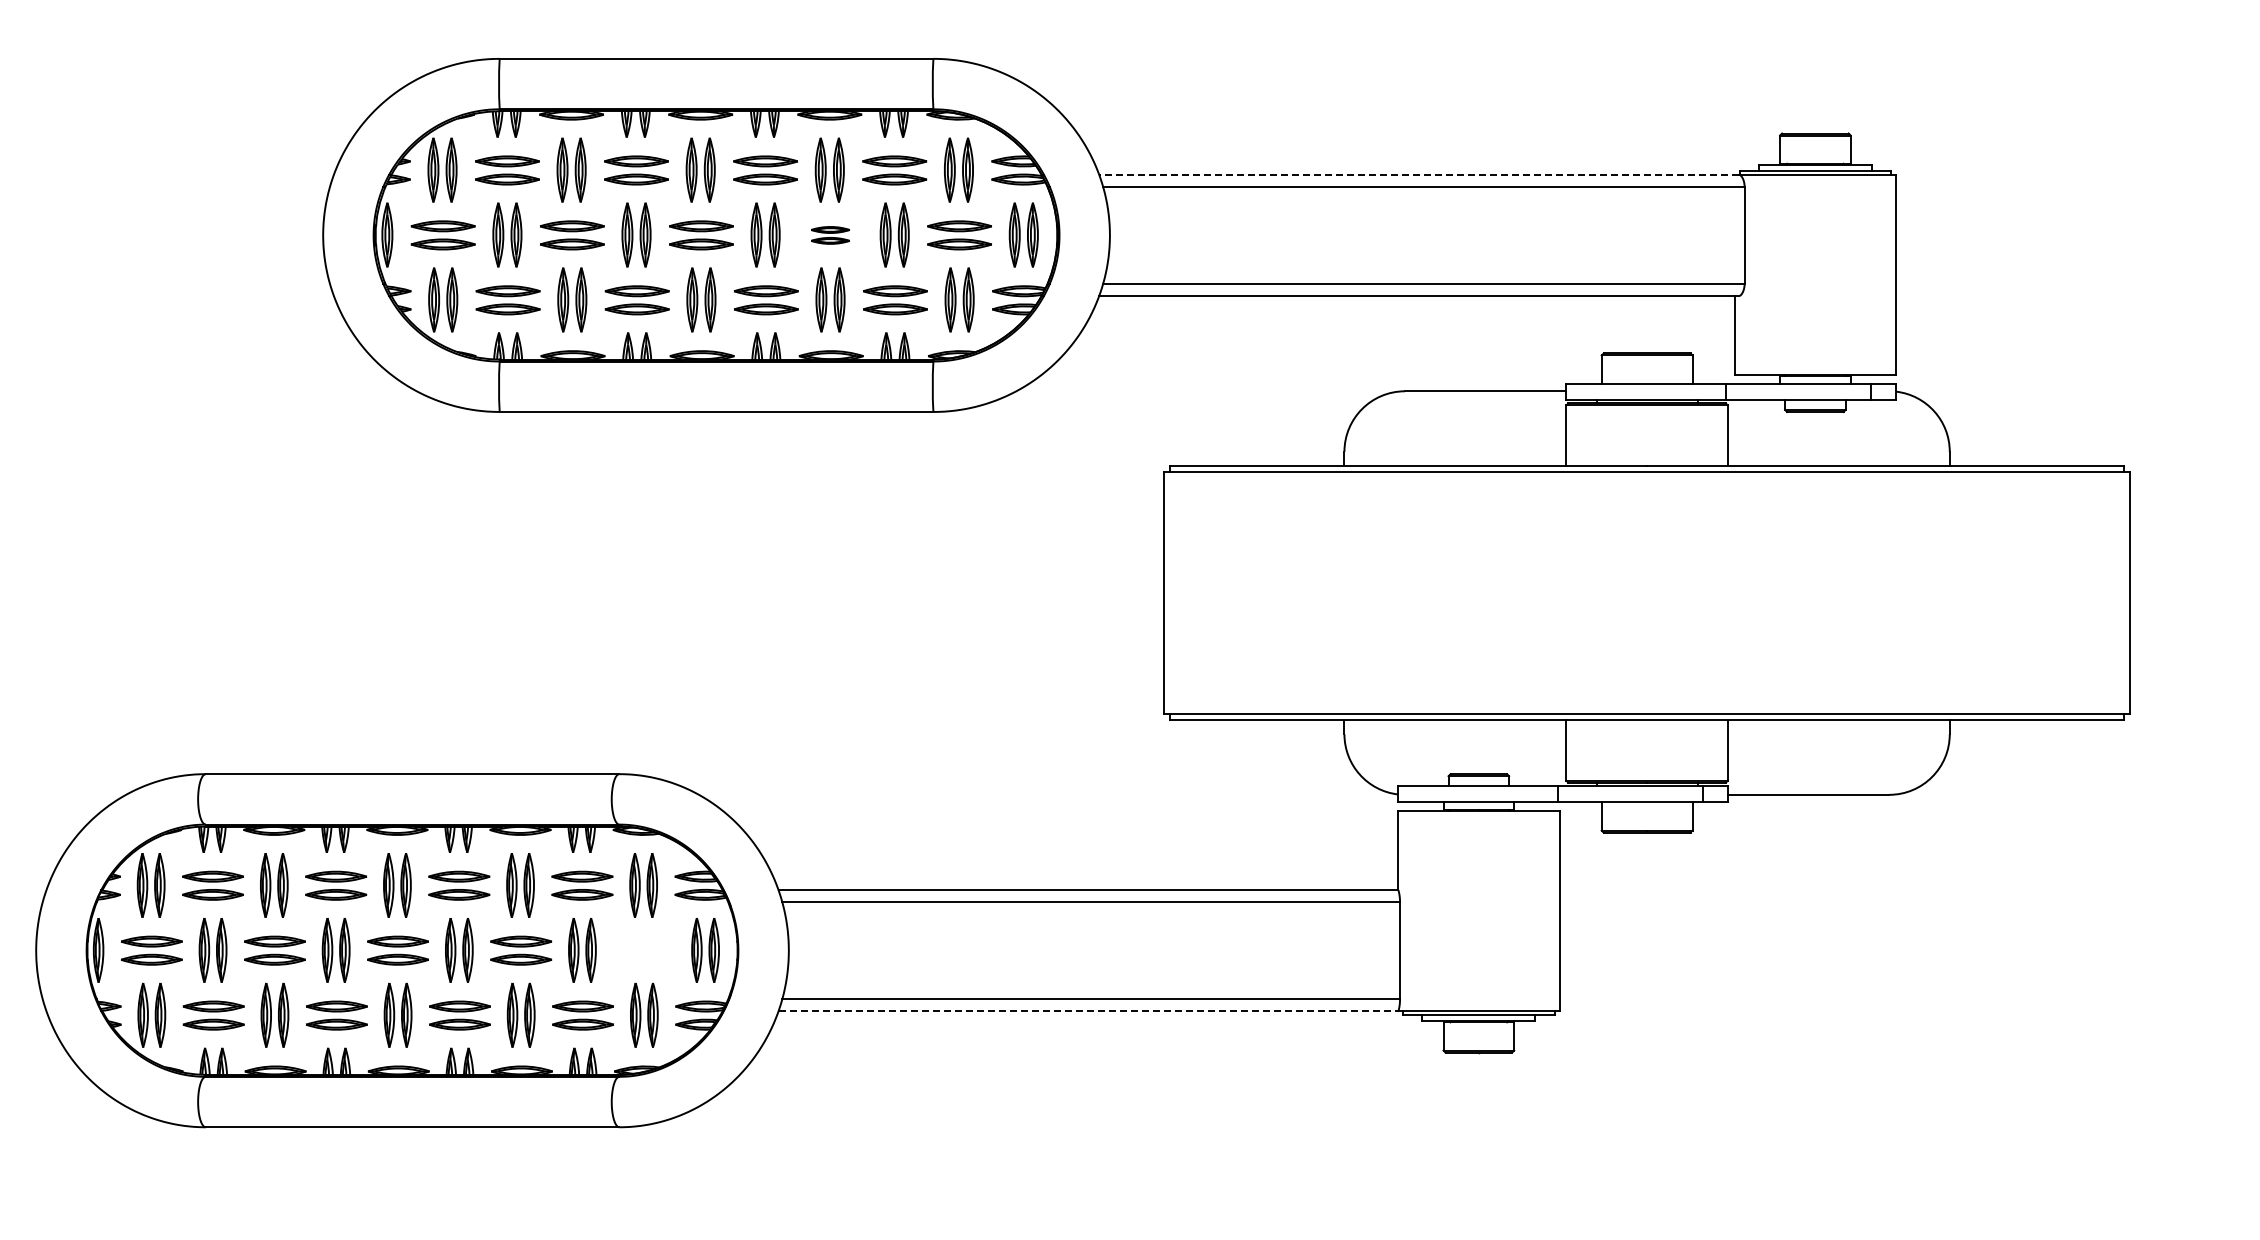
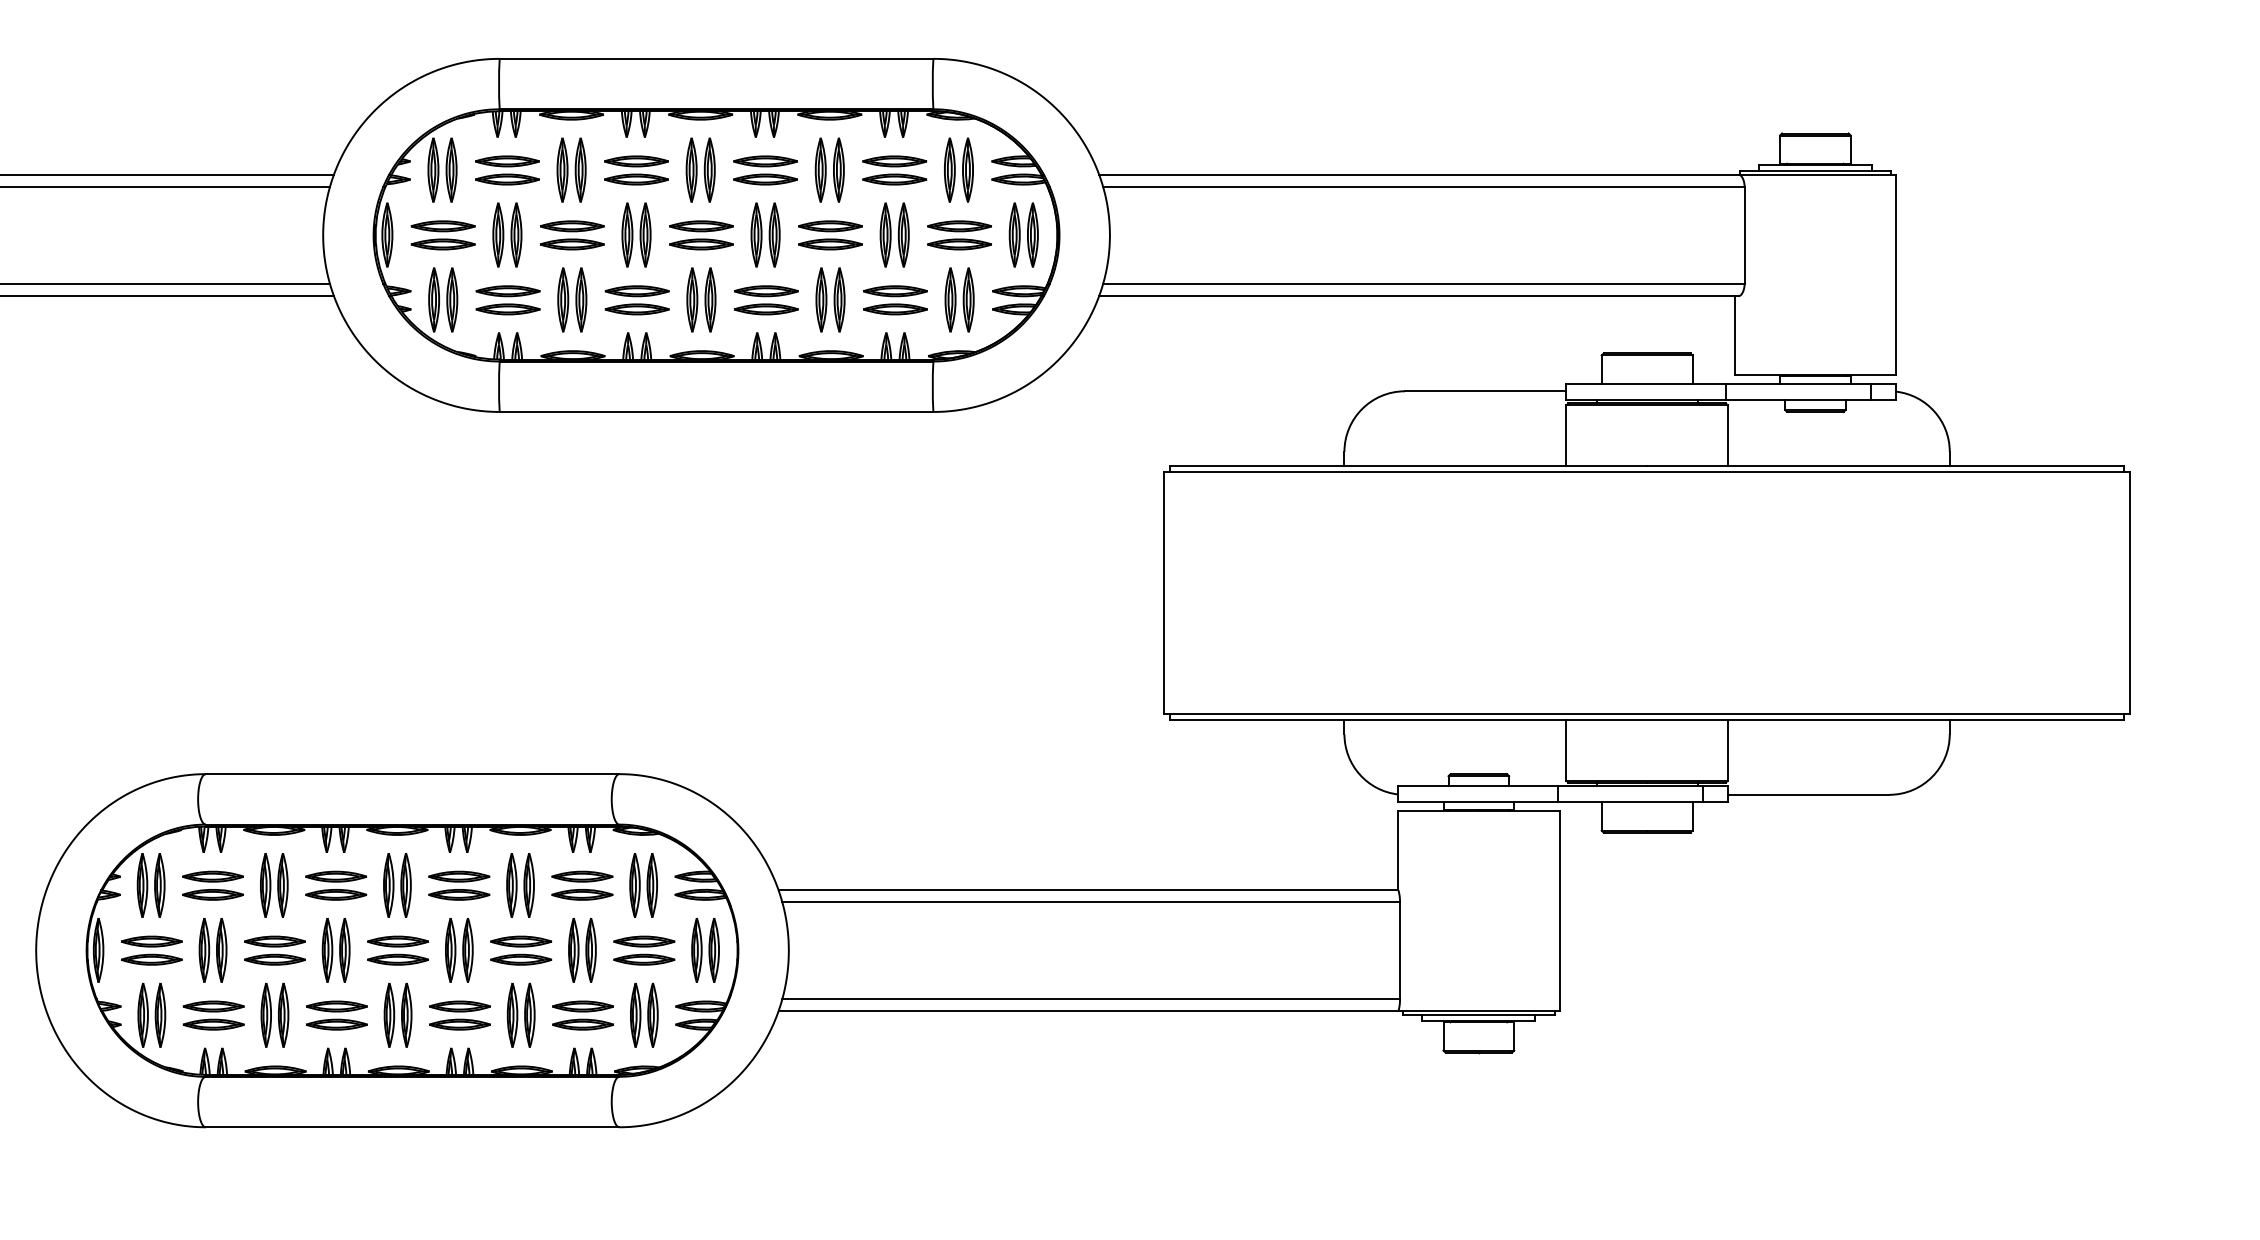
line at (167, 174): none -> present
line at (1418, 174): dashed -> solid
line at (165, 187): none -> present
part at (830, 235) size: 39x19 px -> 65x31 px
line at (166, 283): none -> present
line at (167, 295): none -> present
part at (644, 950): none -> present
line at (1088, 1011): dashed -> solid
